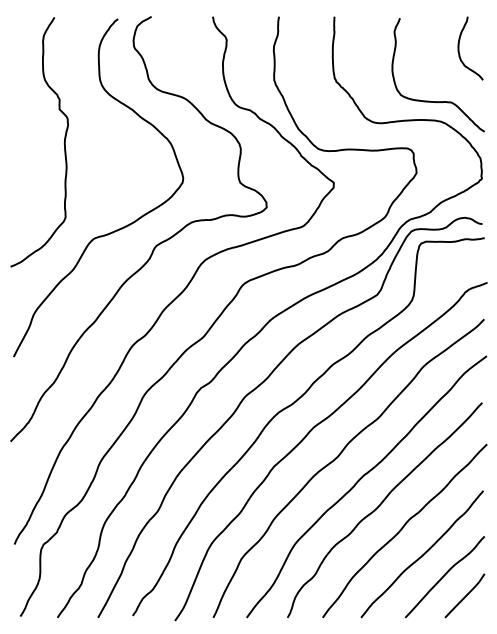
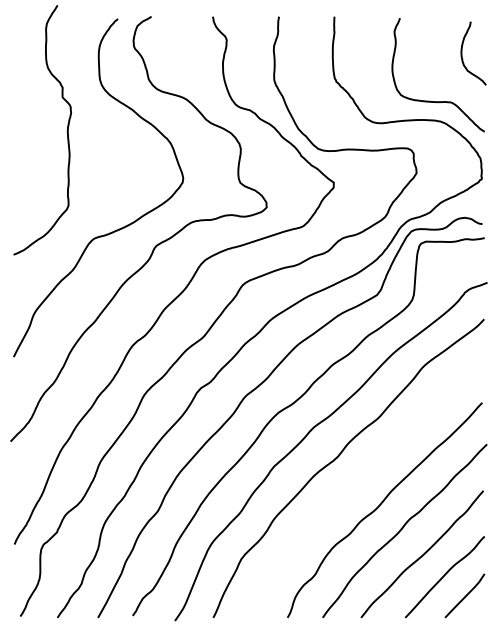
curve at (459, 48) position: (459, 48) -> (462, 53)
curve at (63, 143) position: (63, 143) -> (66, 131)
curve at (360, 480): present -> none
